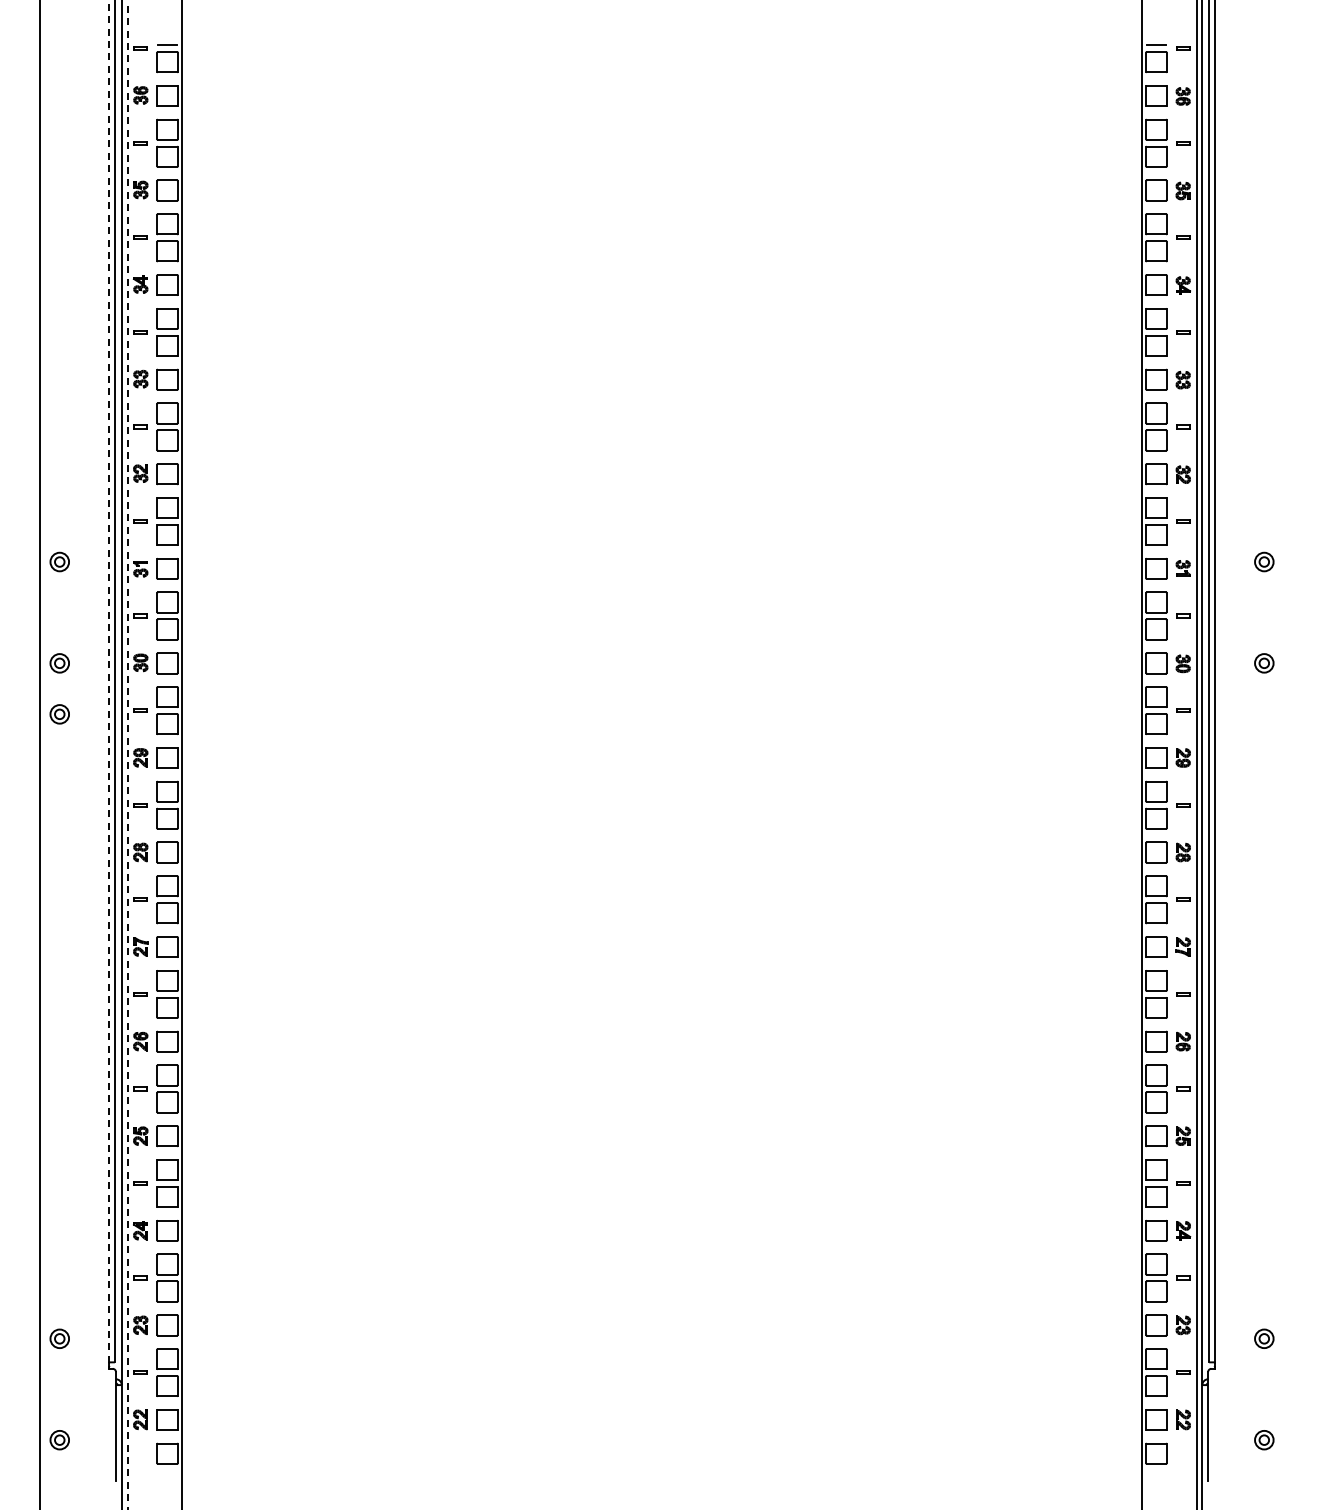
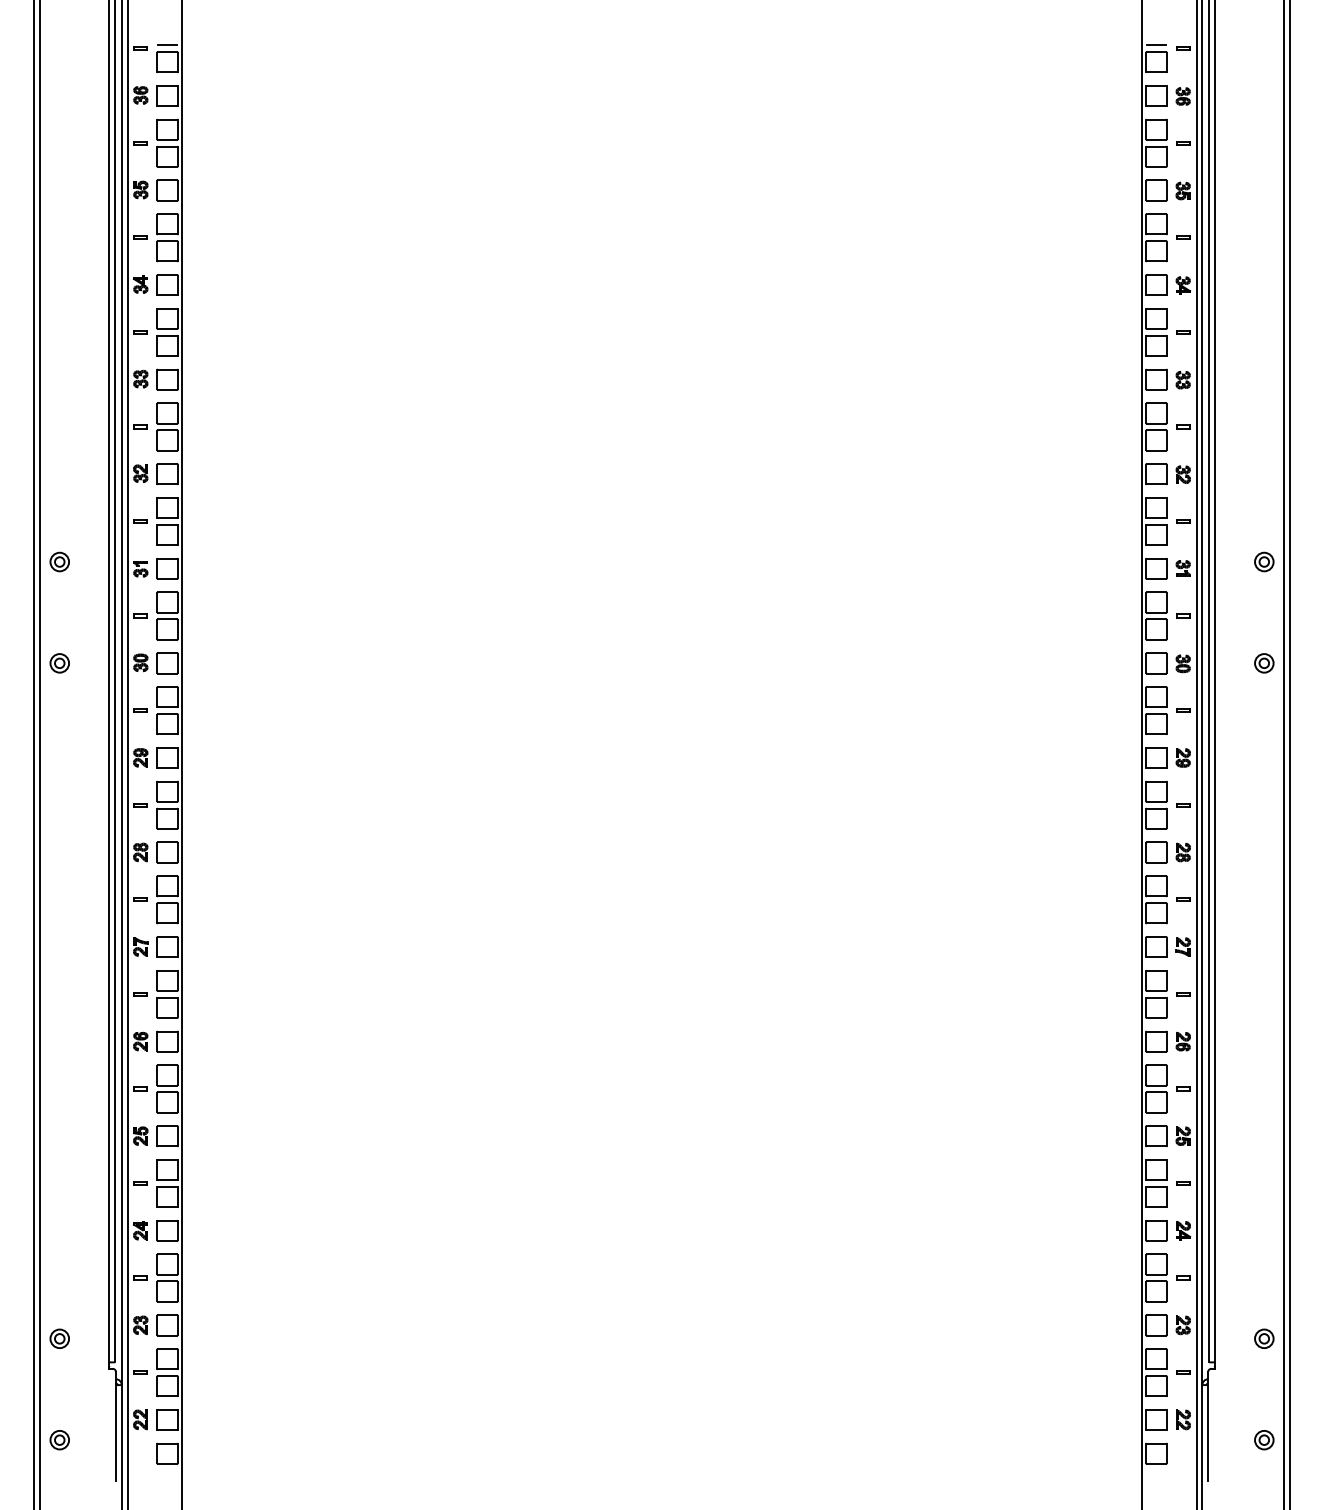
line at (109, 681): dashed -> solid
part at (59, 714): present -> none
line at (33, 754): none -> present
line at (1284, 754): none -> present
line at (1290, 754): none -> present
line at (127, 755): dashed -> solid
